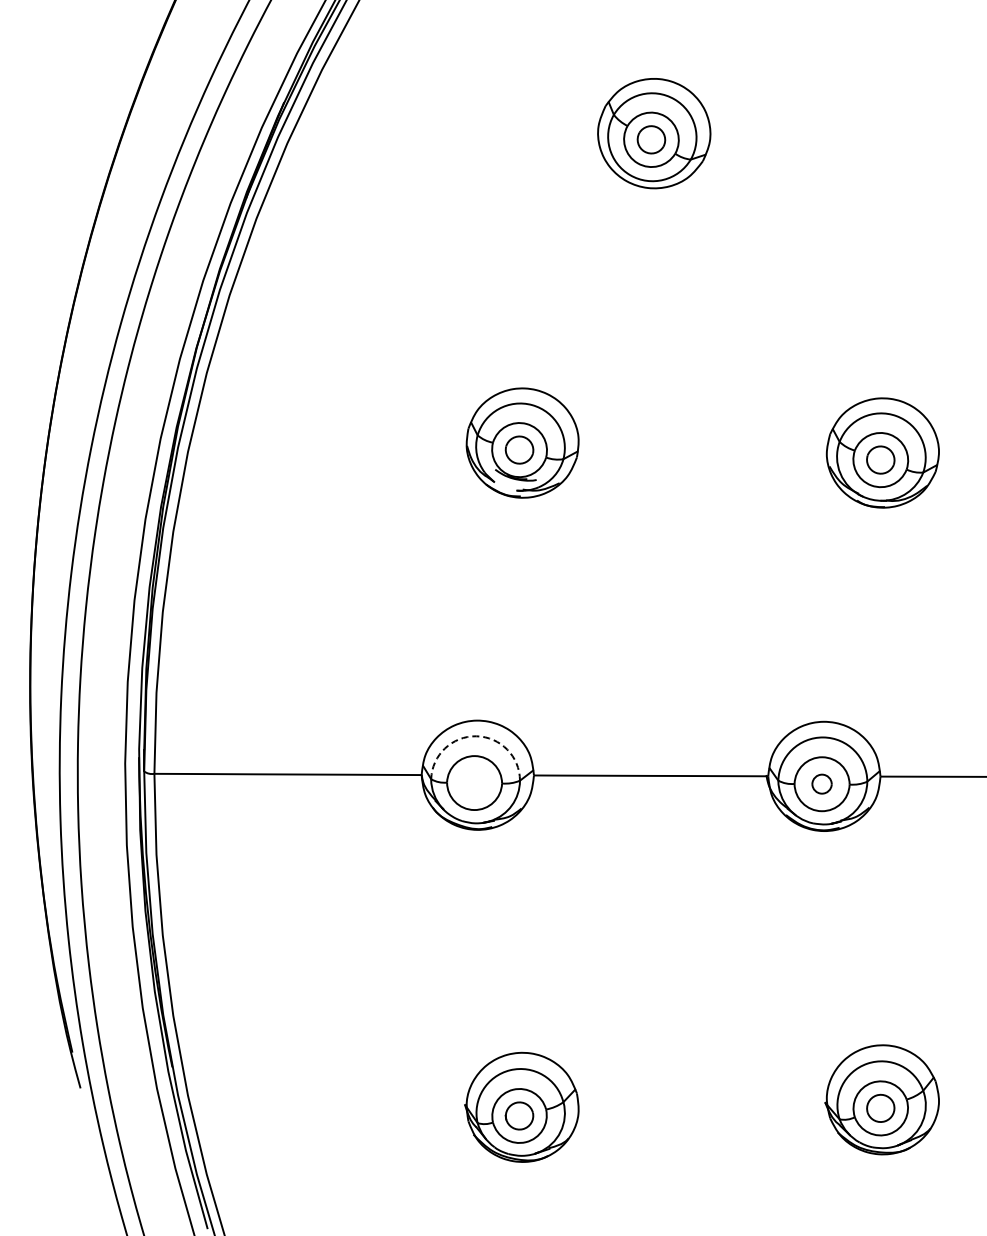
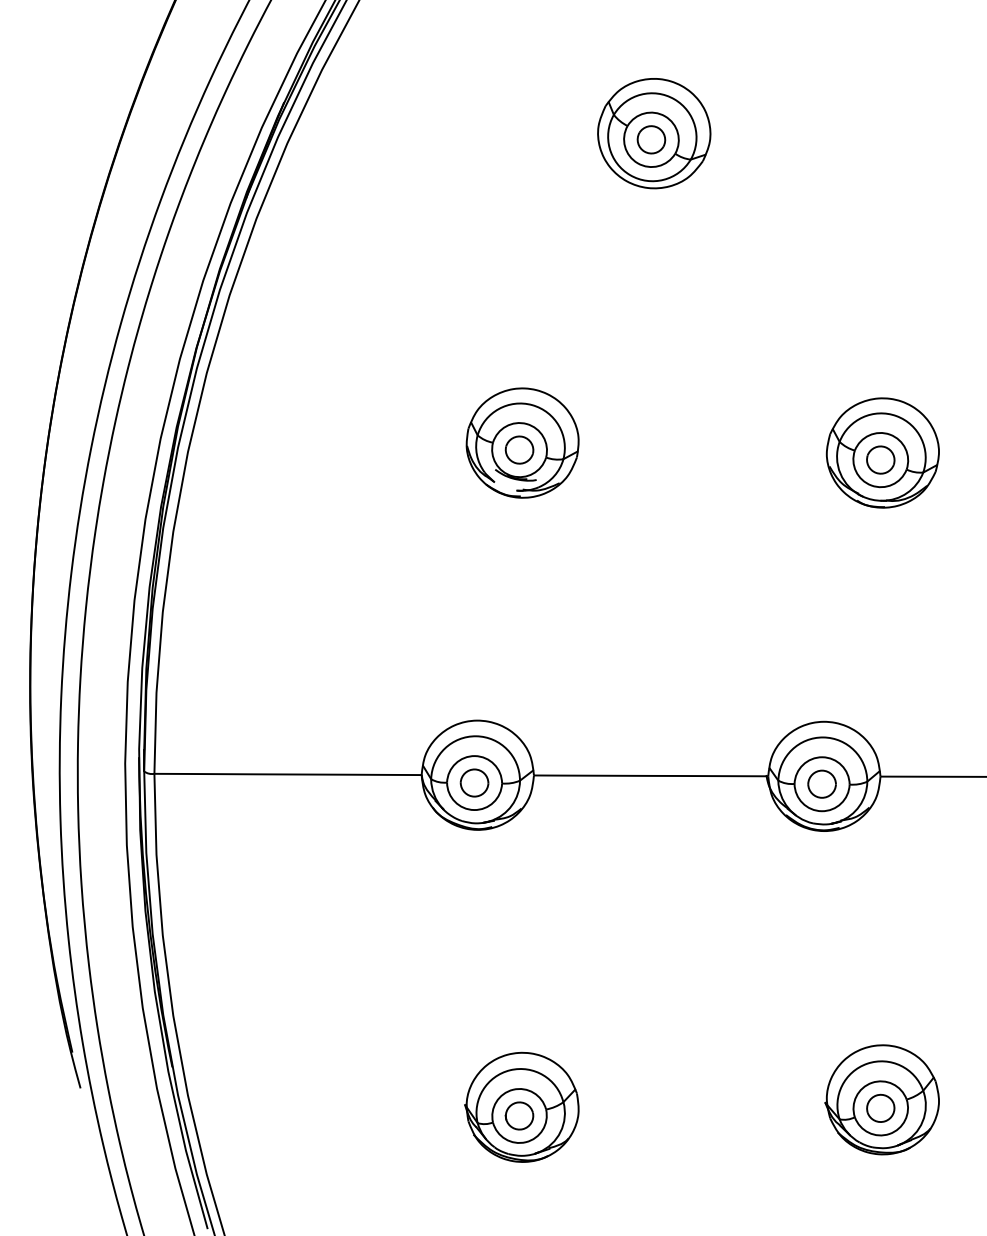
arc at (476, 736): dashed -> solid
part at (474, 782): none -> present
part at (821, 783) size: 22x22 px -> 30x30 px
